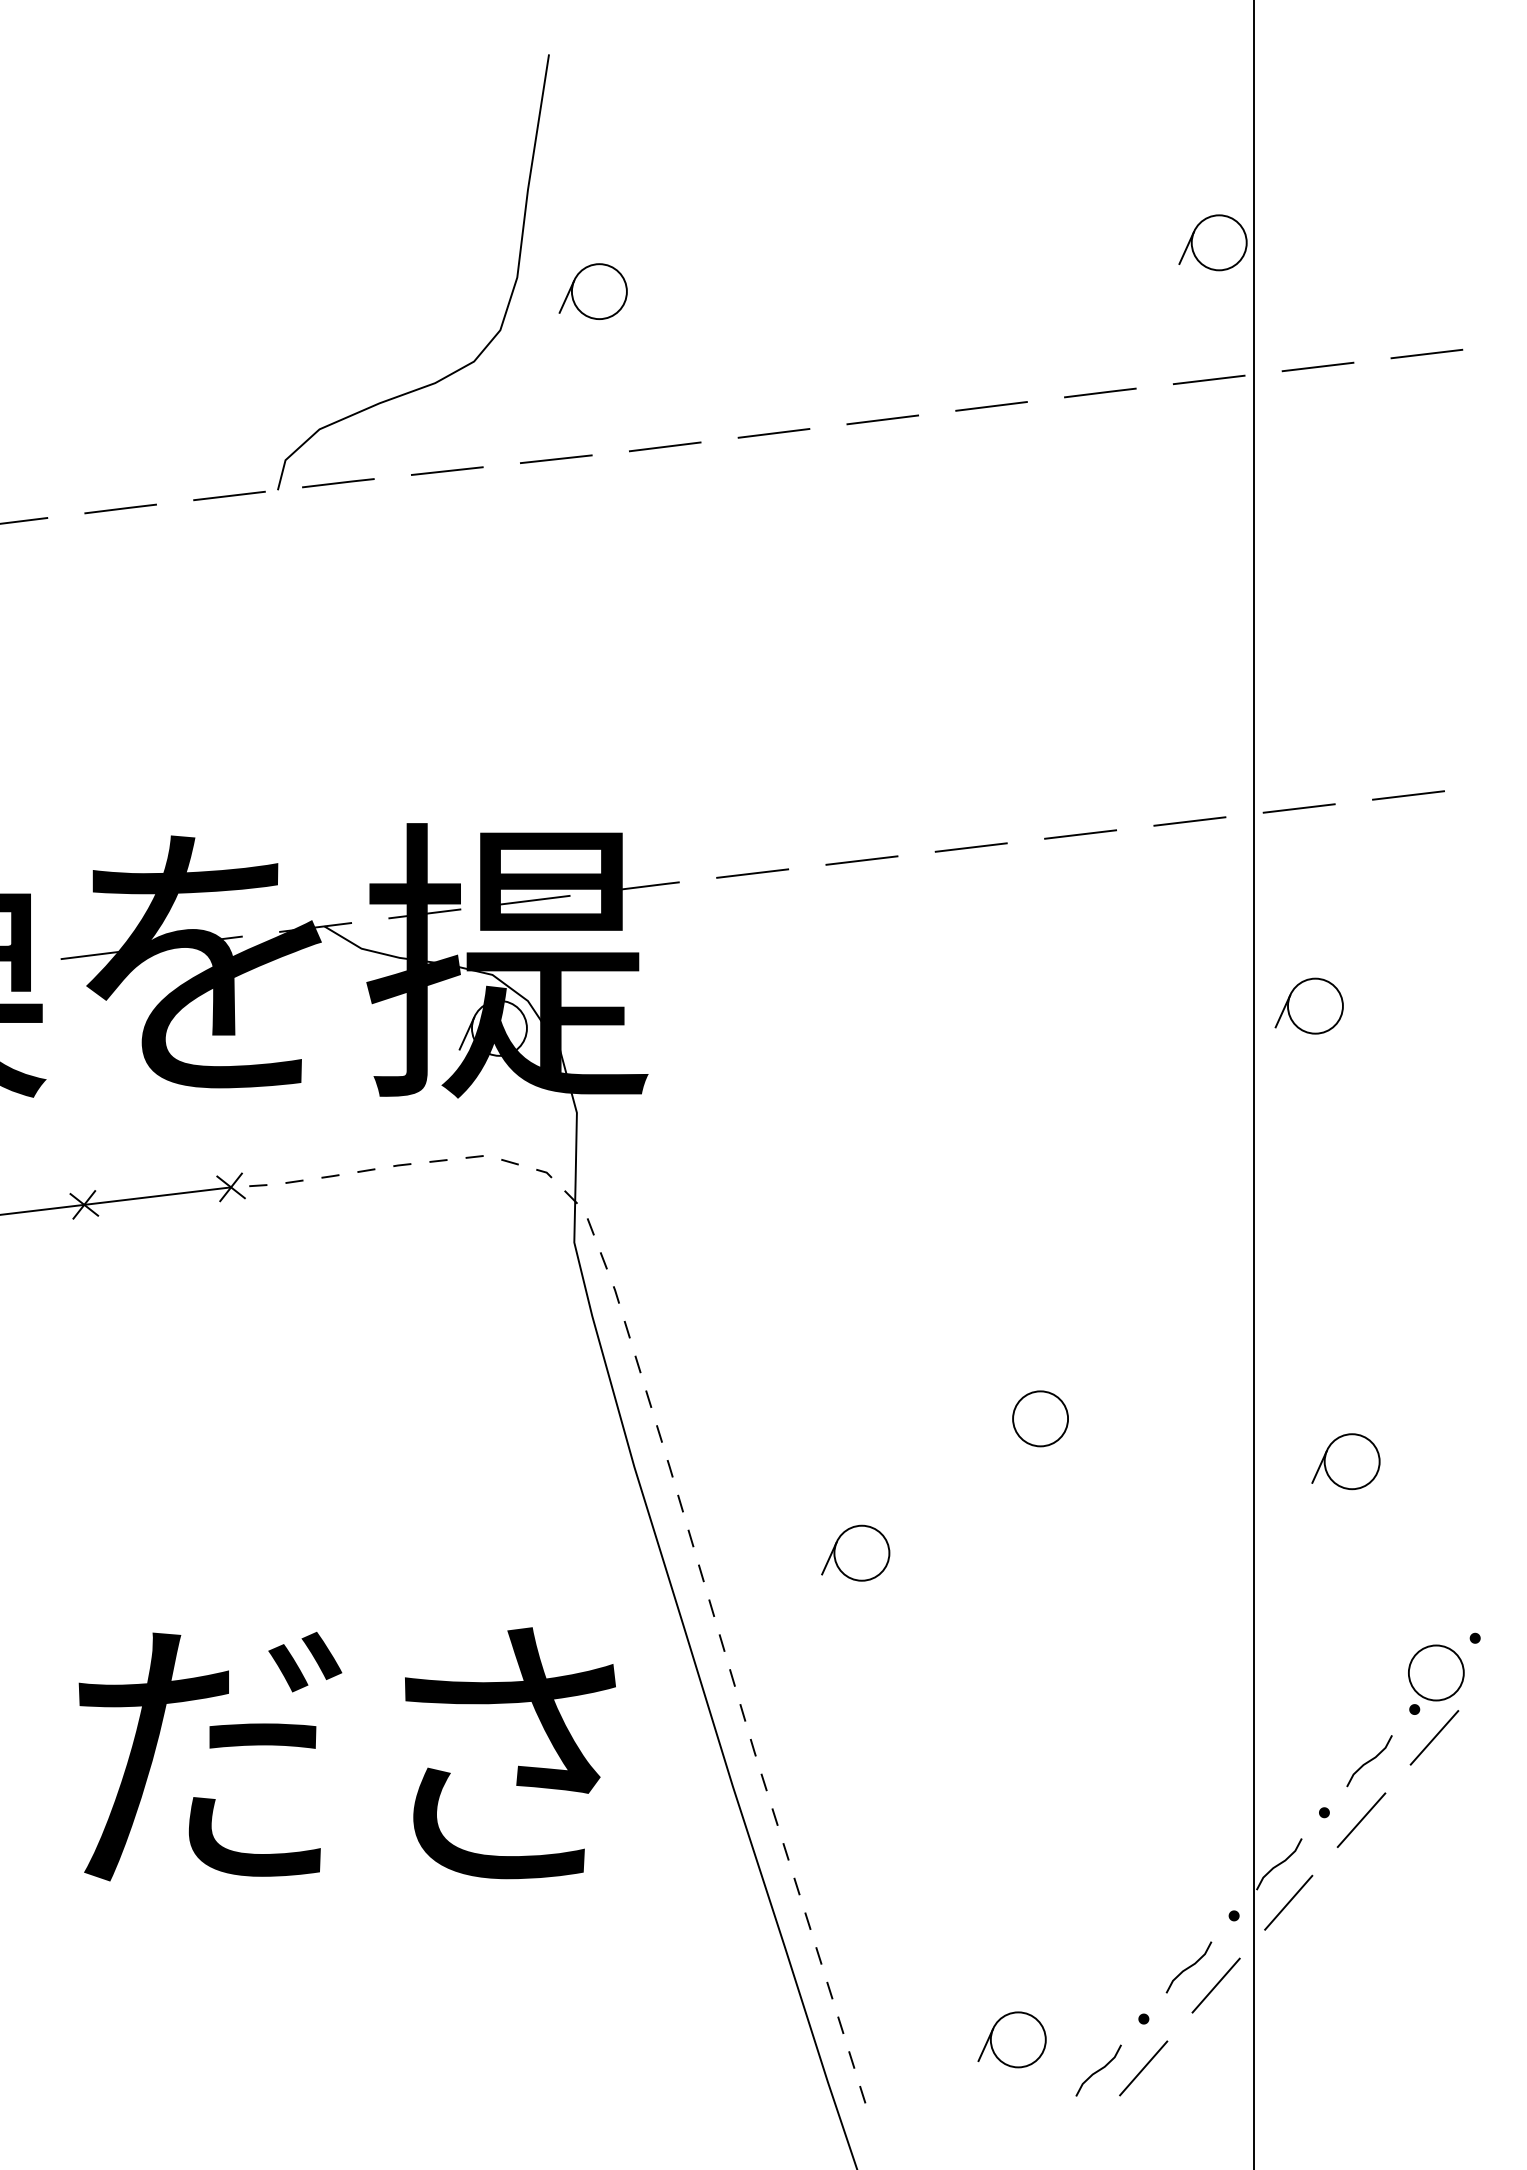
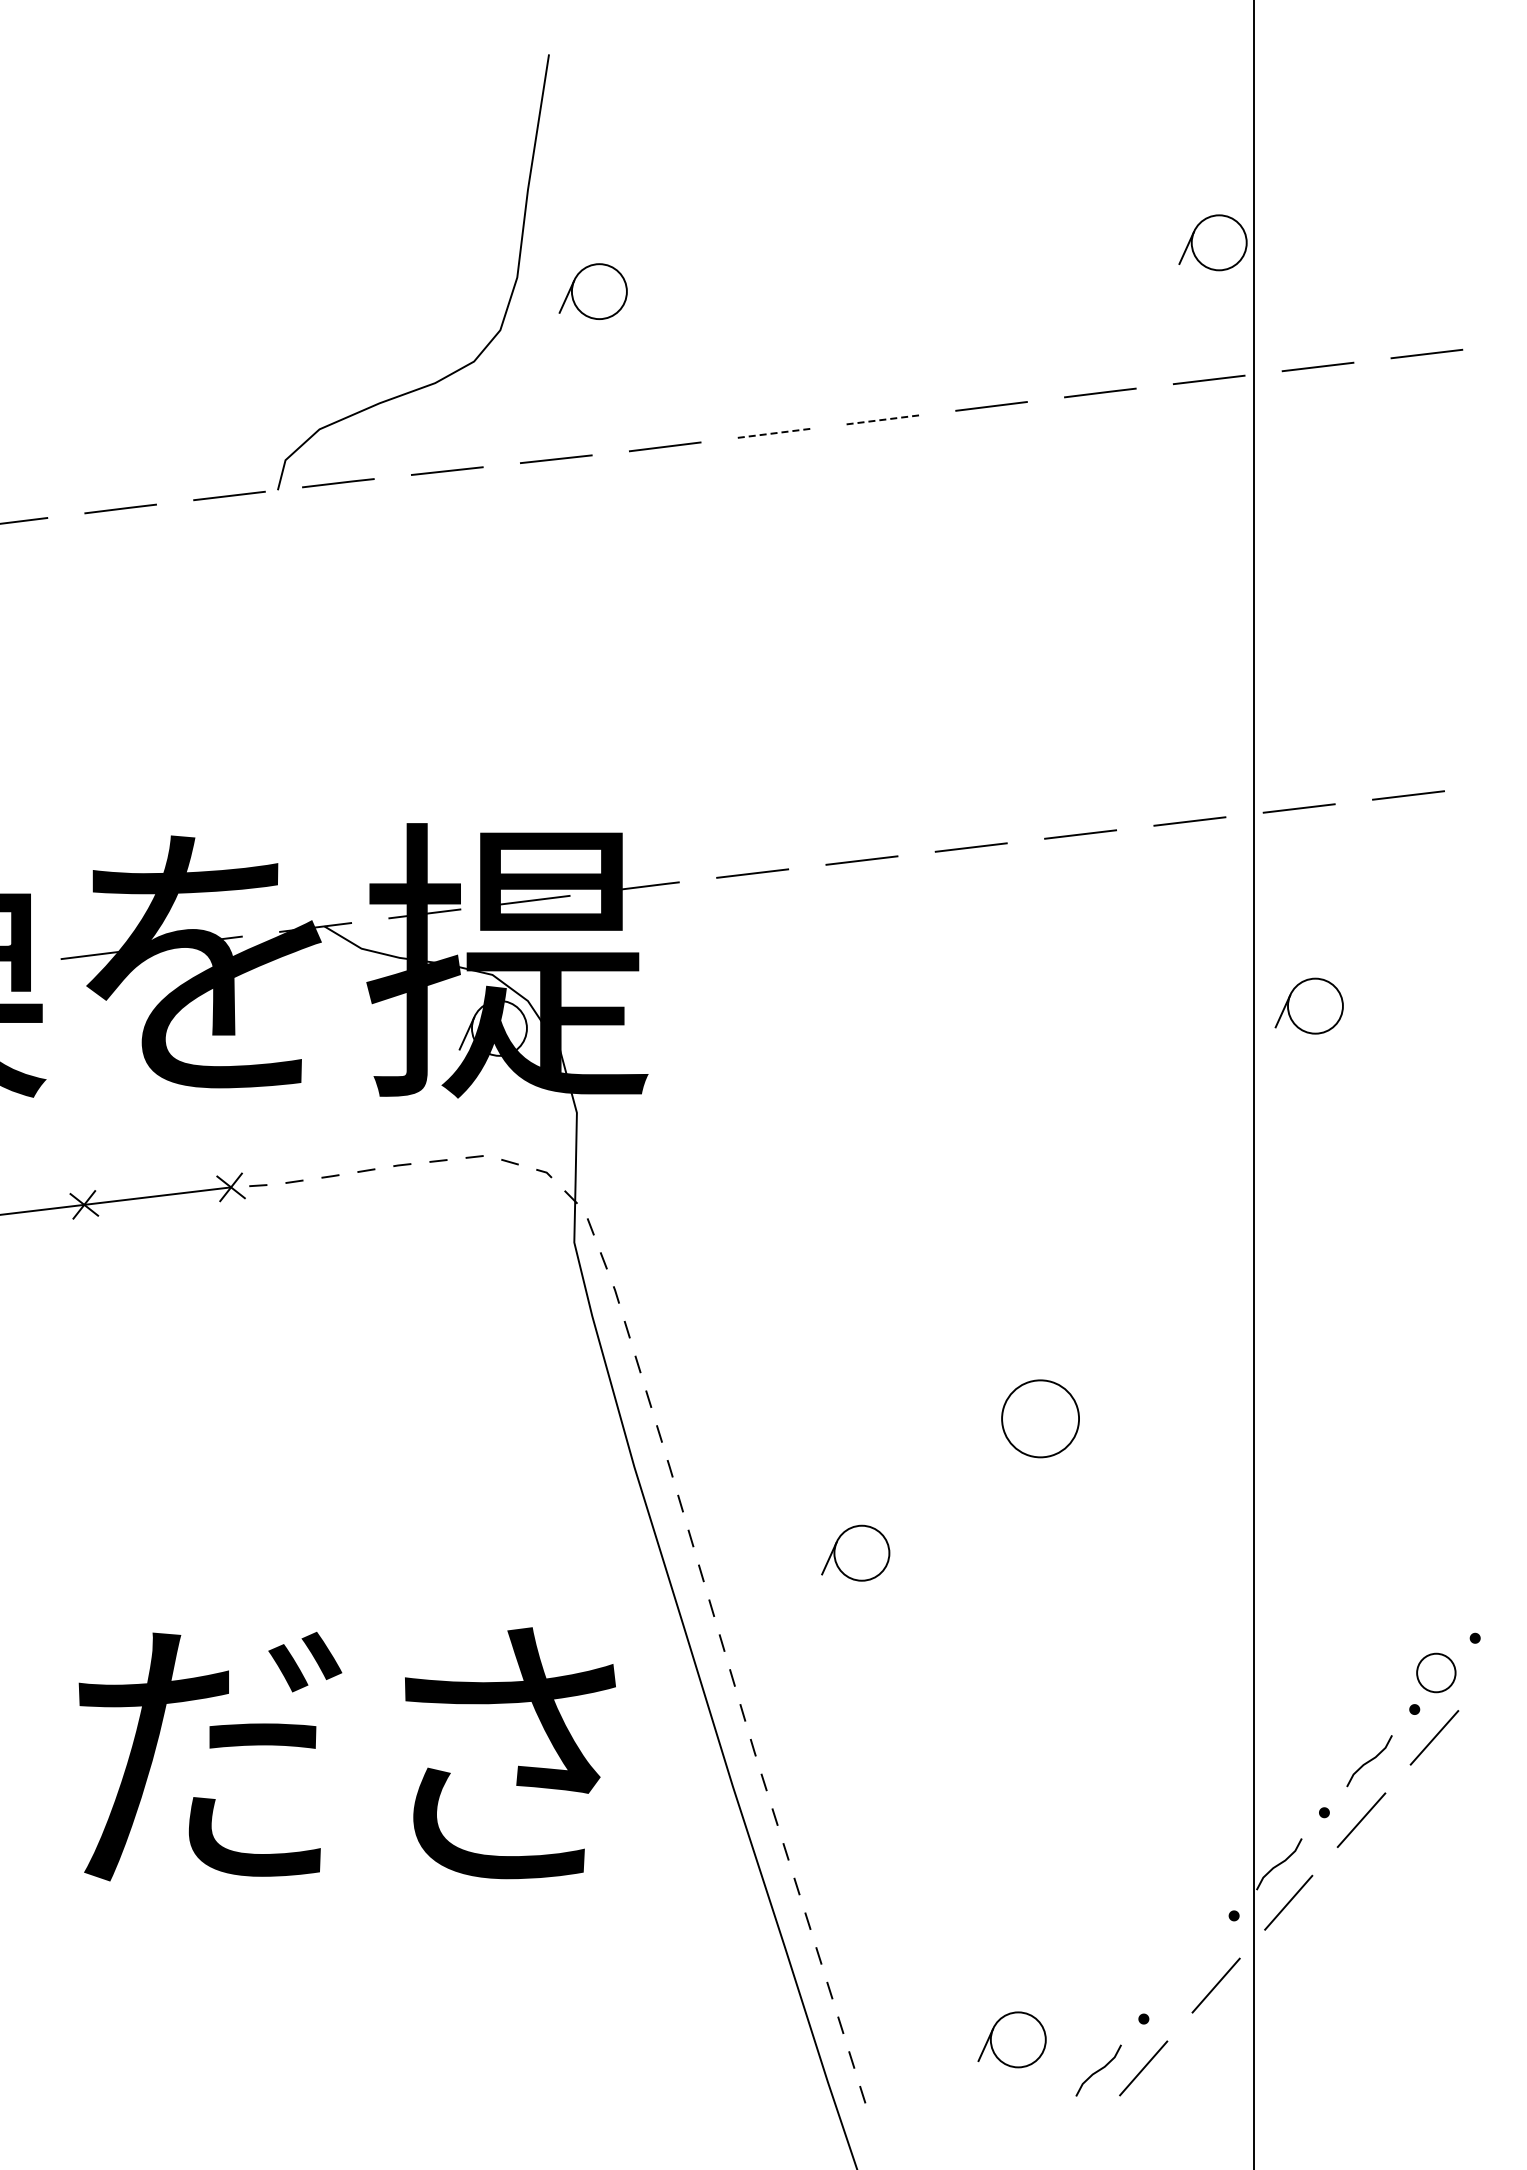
line at (882, 419): solid -> dashed
line at (774, 433): solid -> dashed
circle at (1040, 1418) diameter: 55 px -> 77 px
part at (1345, 1461): present -> none
circle at (1435, 1672) diameter: 55 px -> 38 px
curve at (1188, 1967): present -> none
